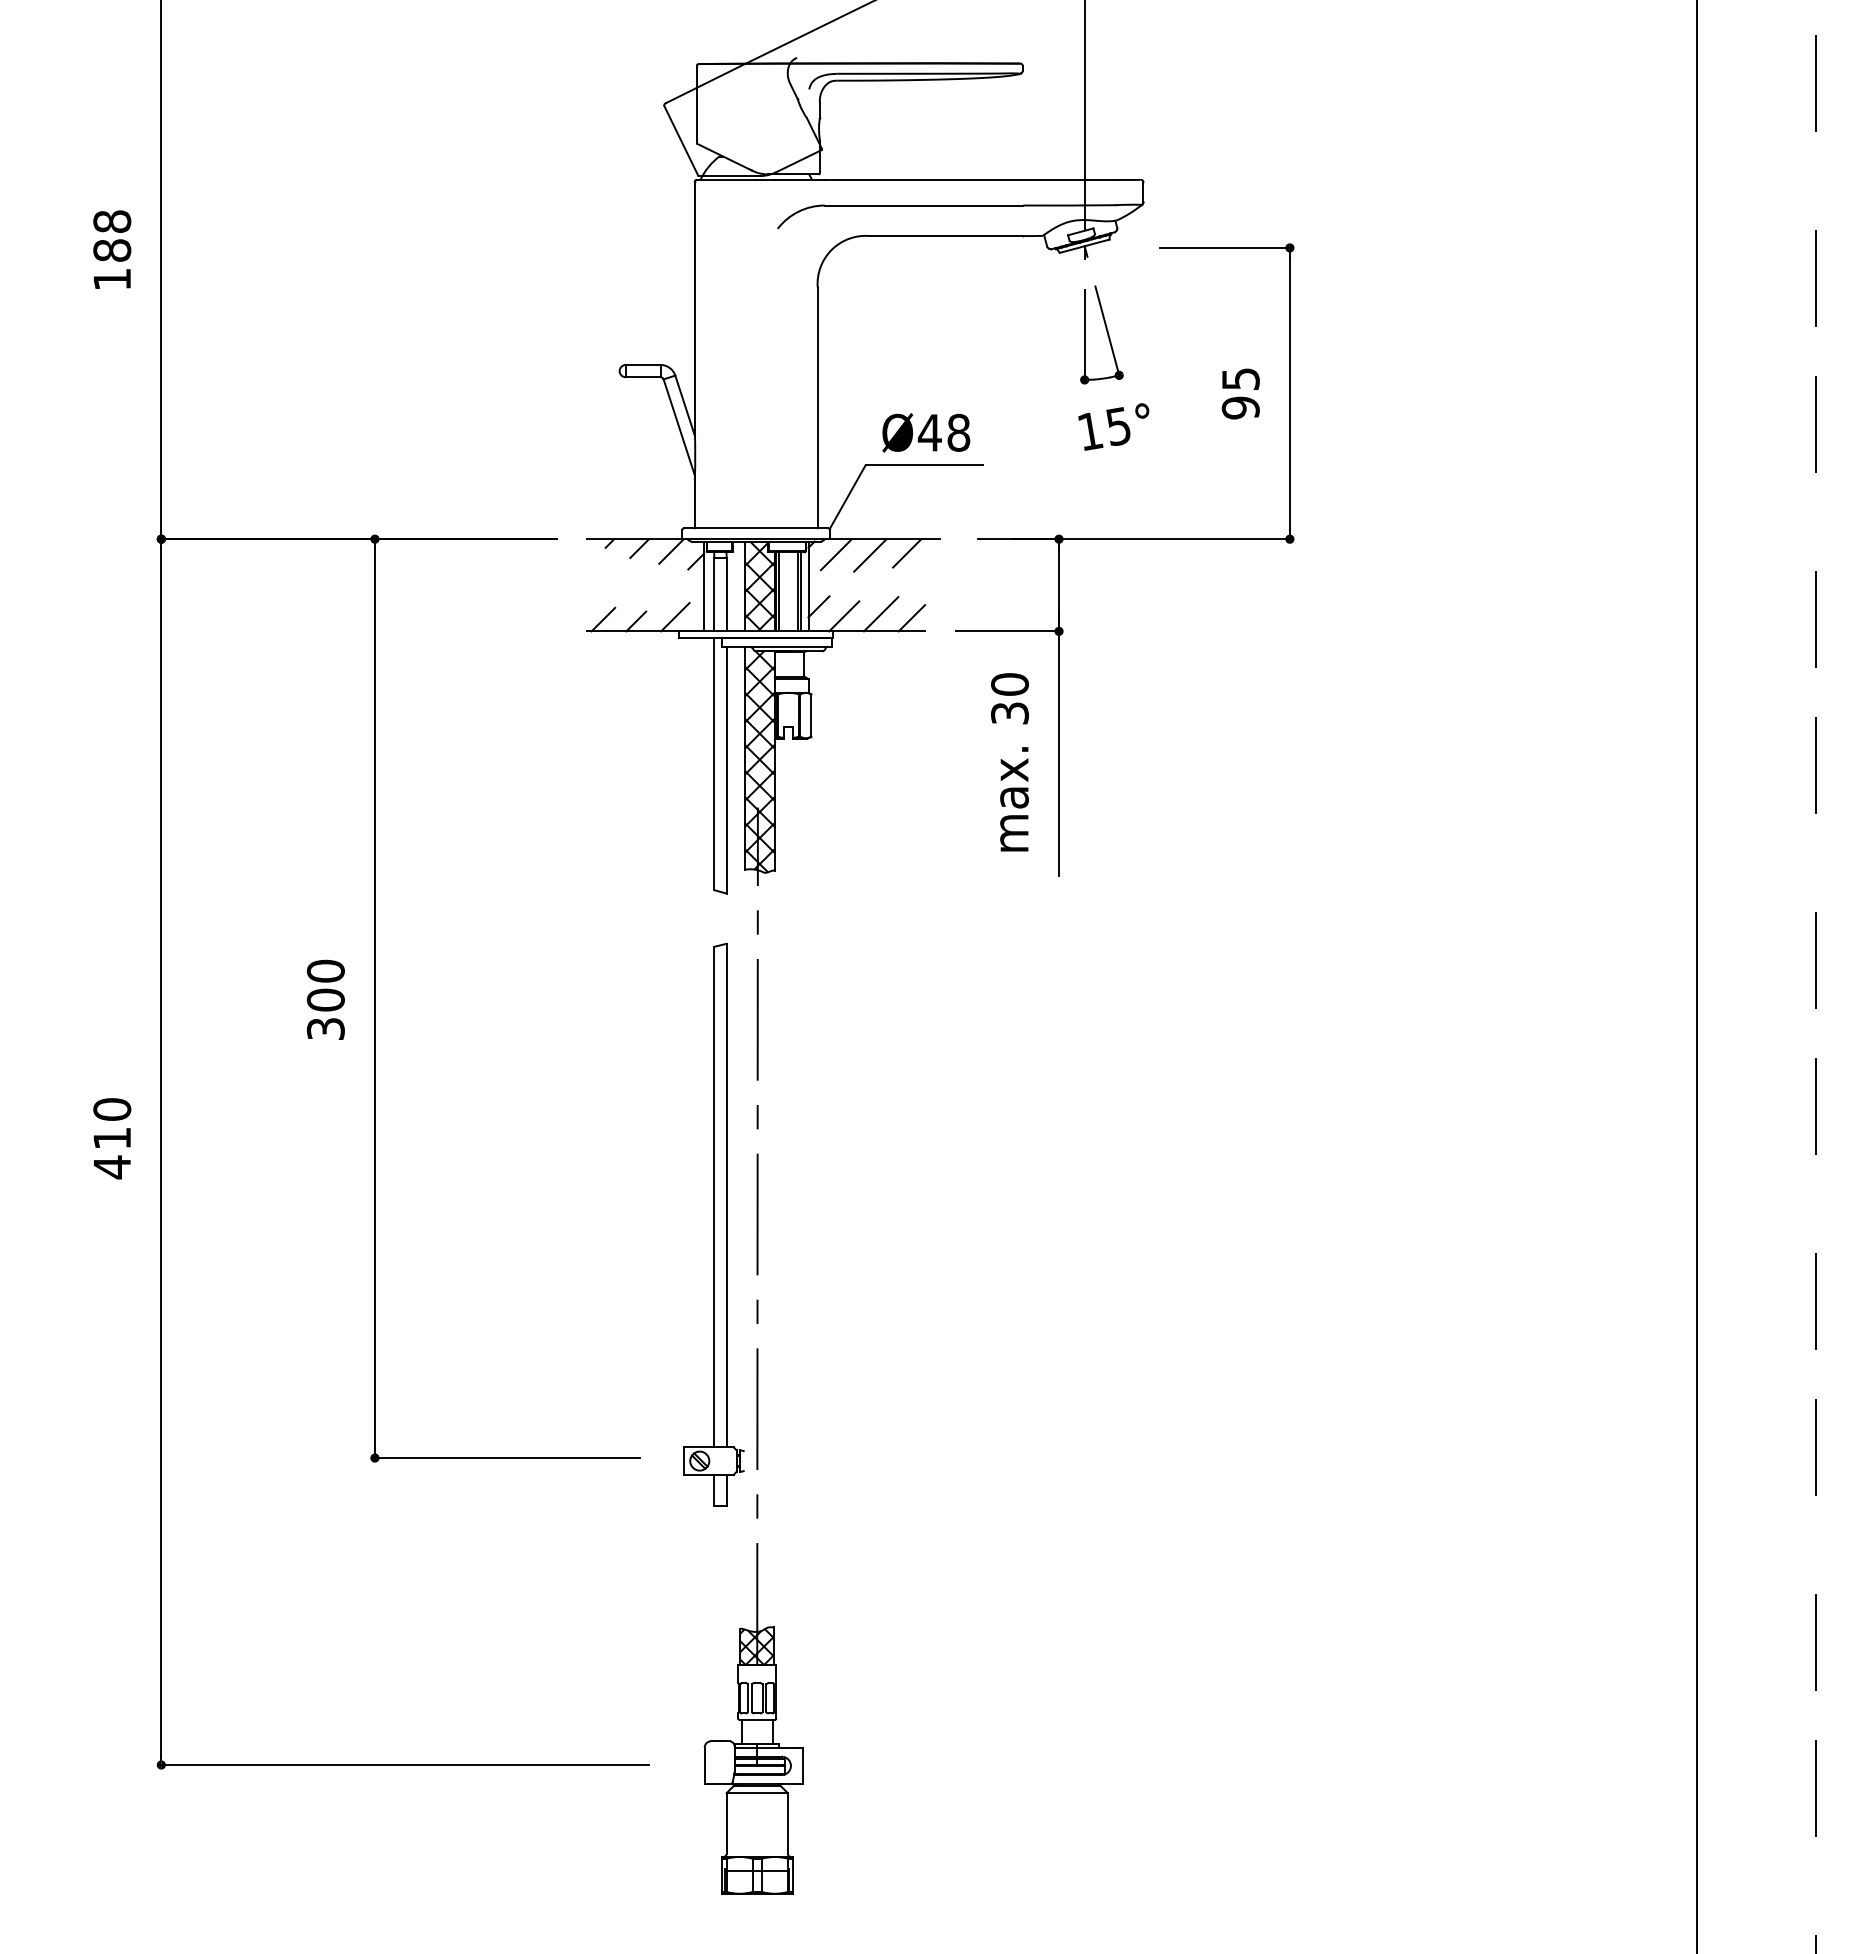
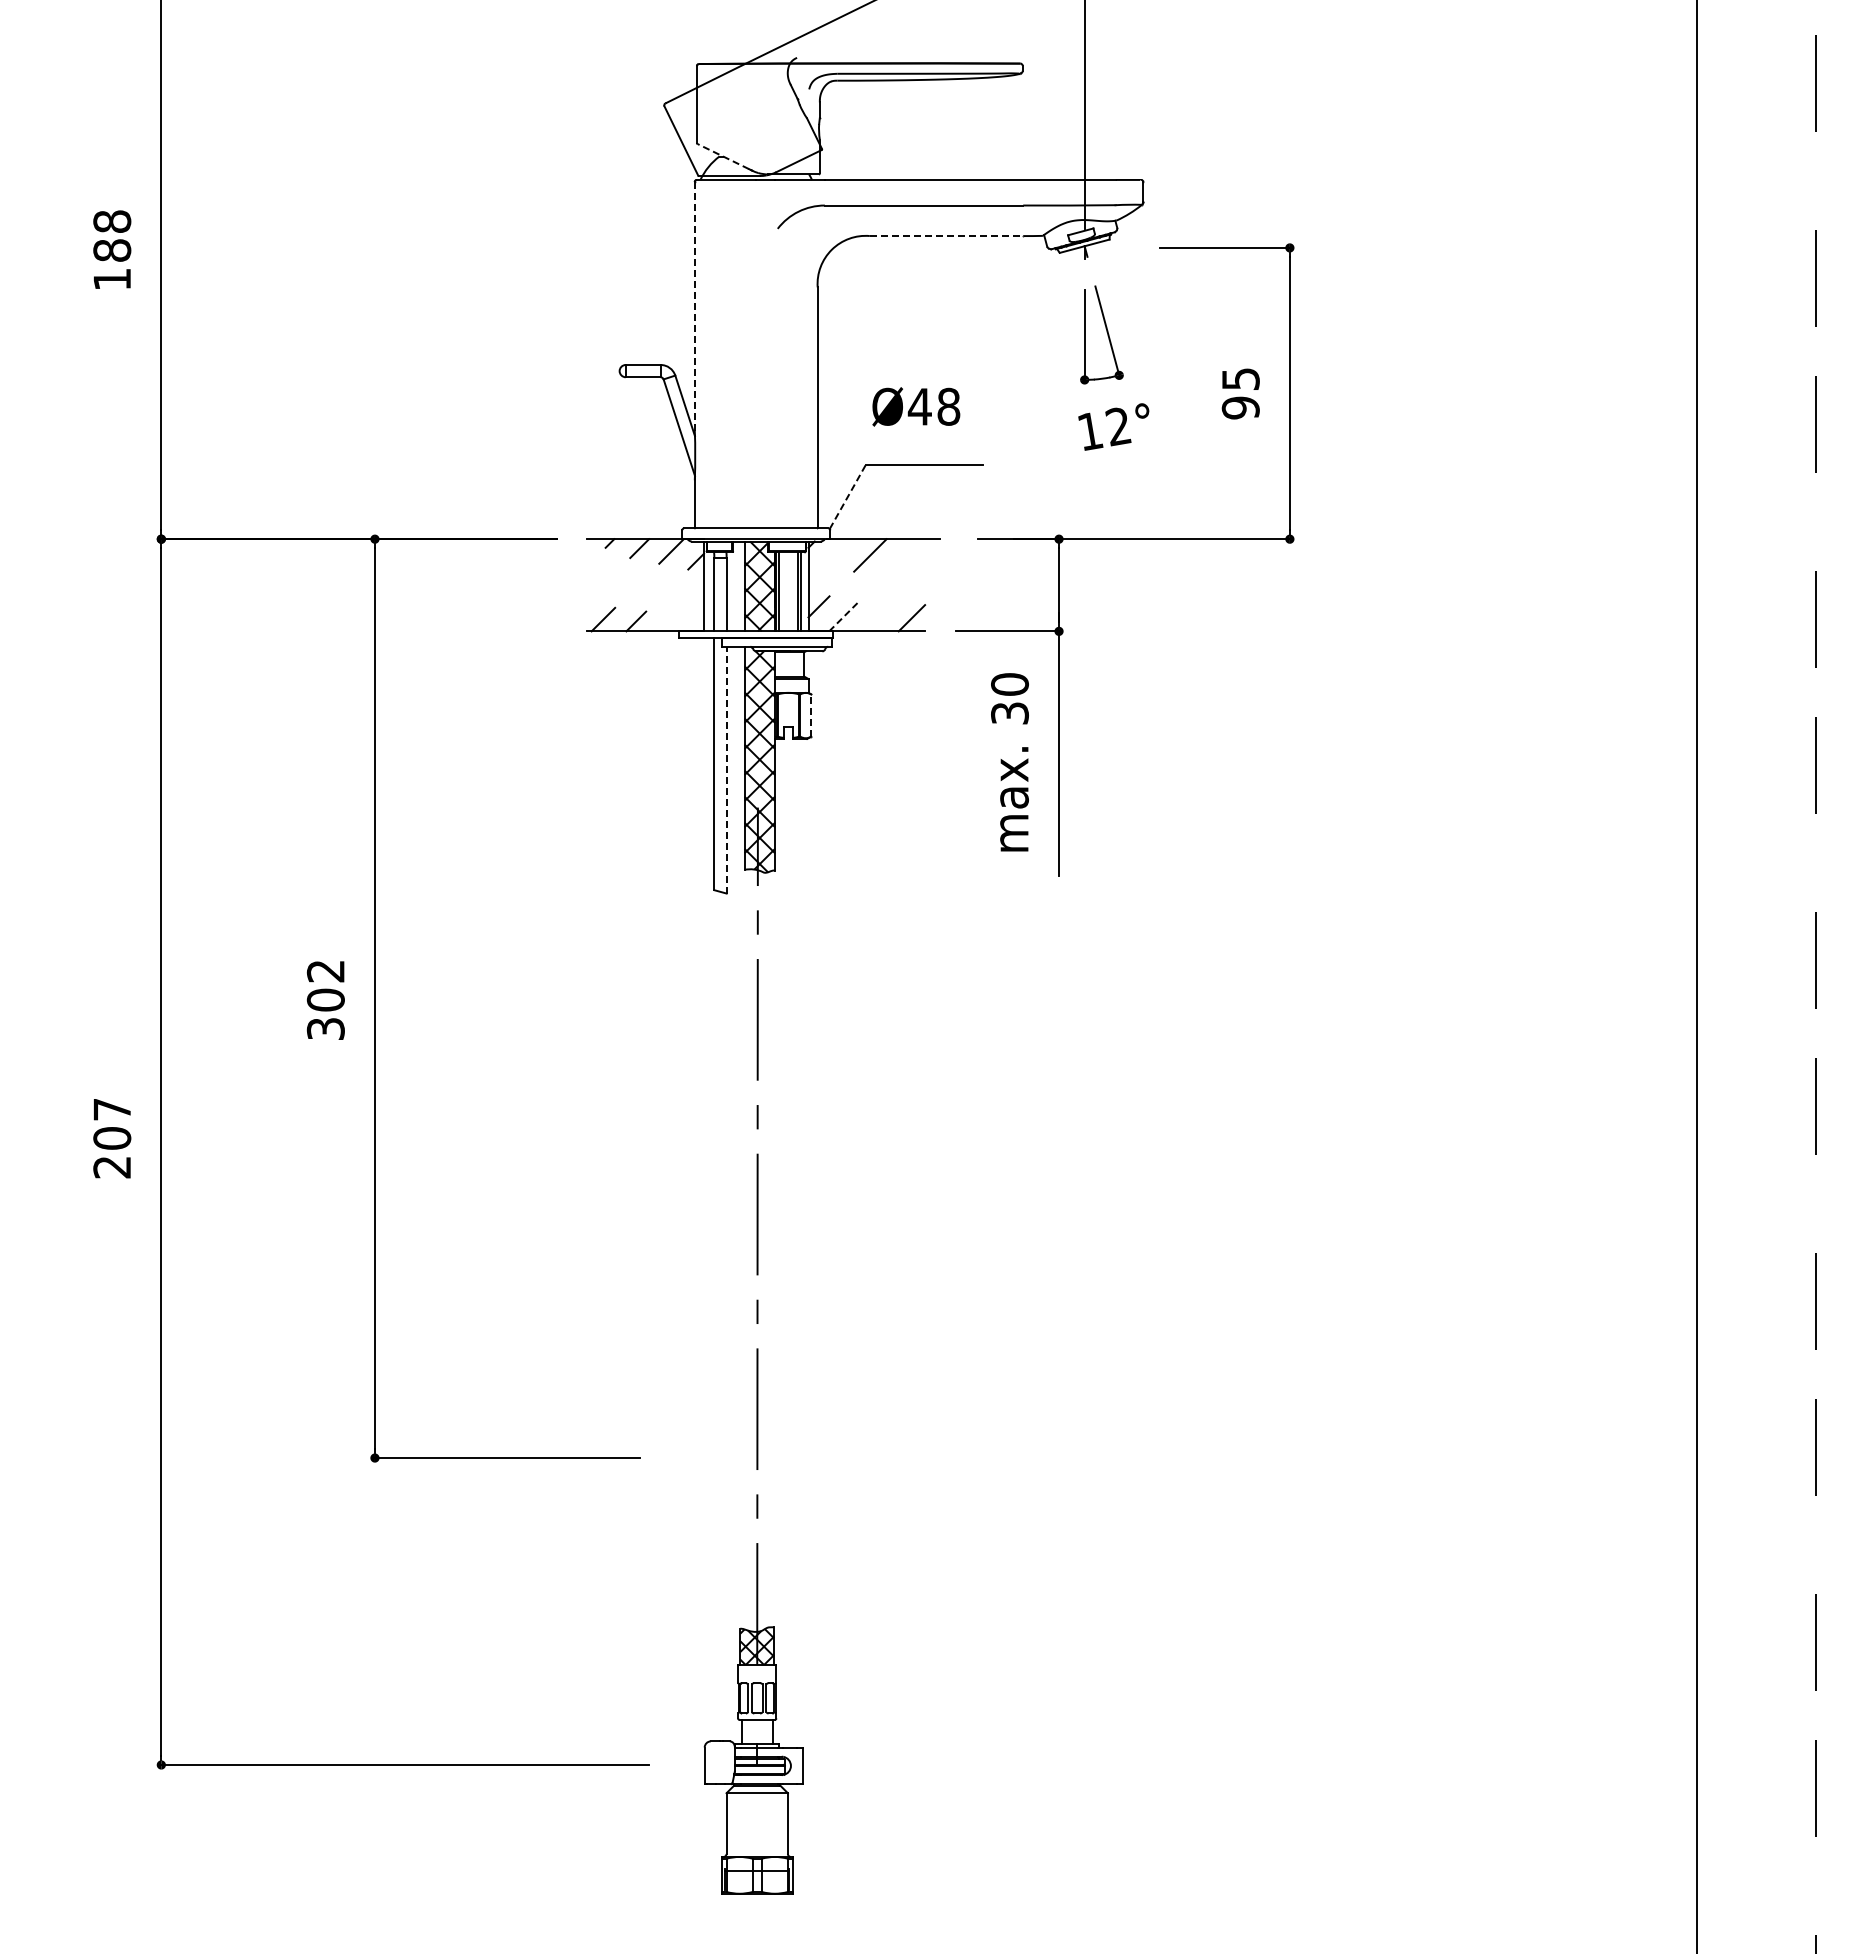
line at (723, 156): solid -> dashed
line at (946, 236): solid -> dashed
line at (694, 308): solid -> dashed
text at (1118, 426): 15° -> 12°
text at (926, 432) position: (926, 432) -> (916, 406)
line at (847, 497): solid -> dashed
line at (907, 553): present -> none
line at (835, 554): present -> none
line at (880, 614): present -> none
line at (844, 616): solid -> dashed
line at (675, 617): present -> none
line at (811, 715): solid -> dashed
line at (726, 769): solid -> dashed
text at (325, 970): 300 -> 302
text at (112, 1138): 410 -> 207
part at (713, 1224): present -> none
